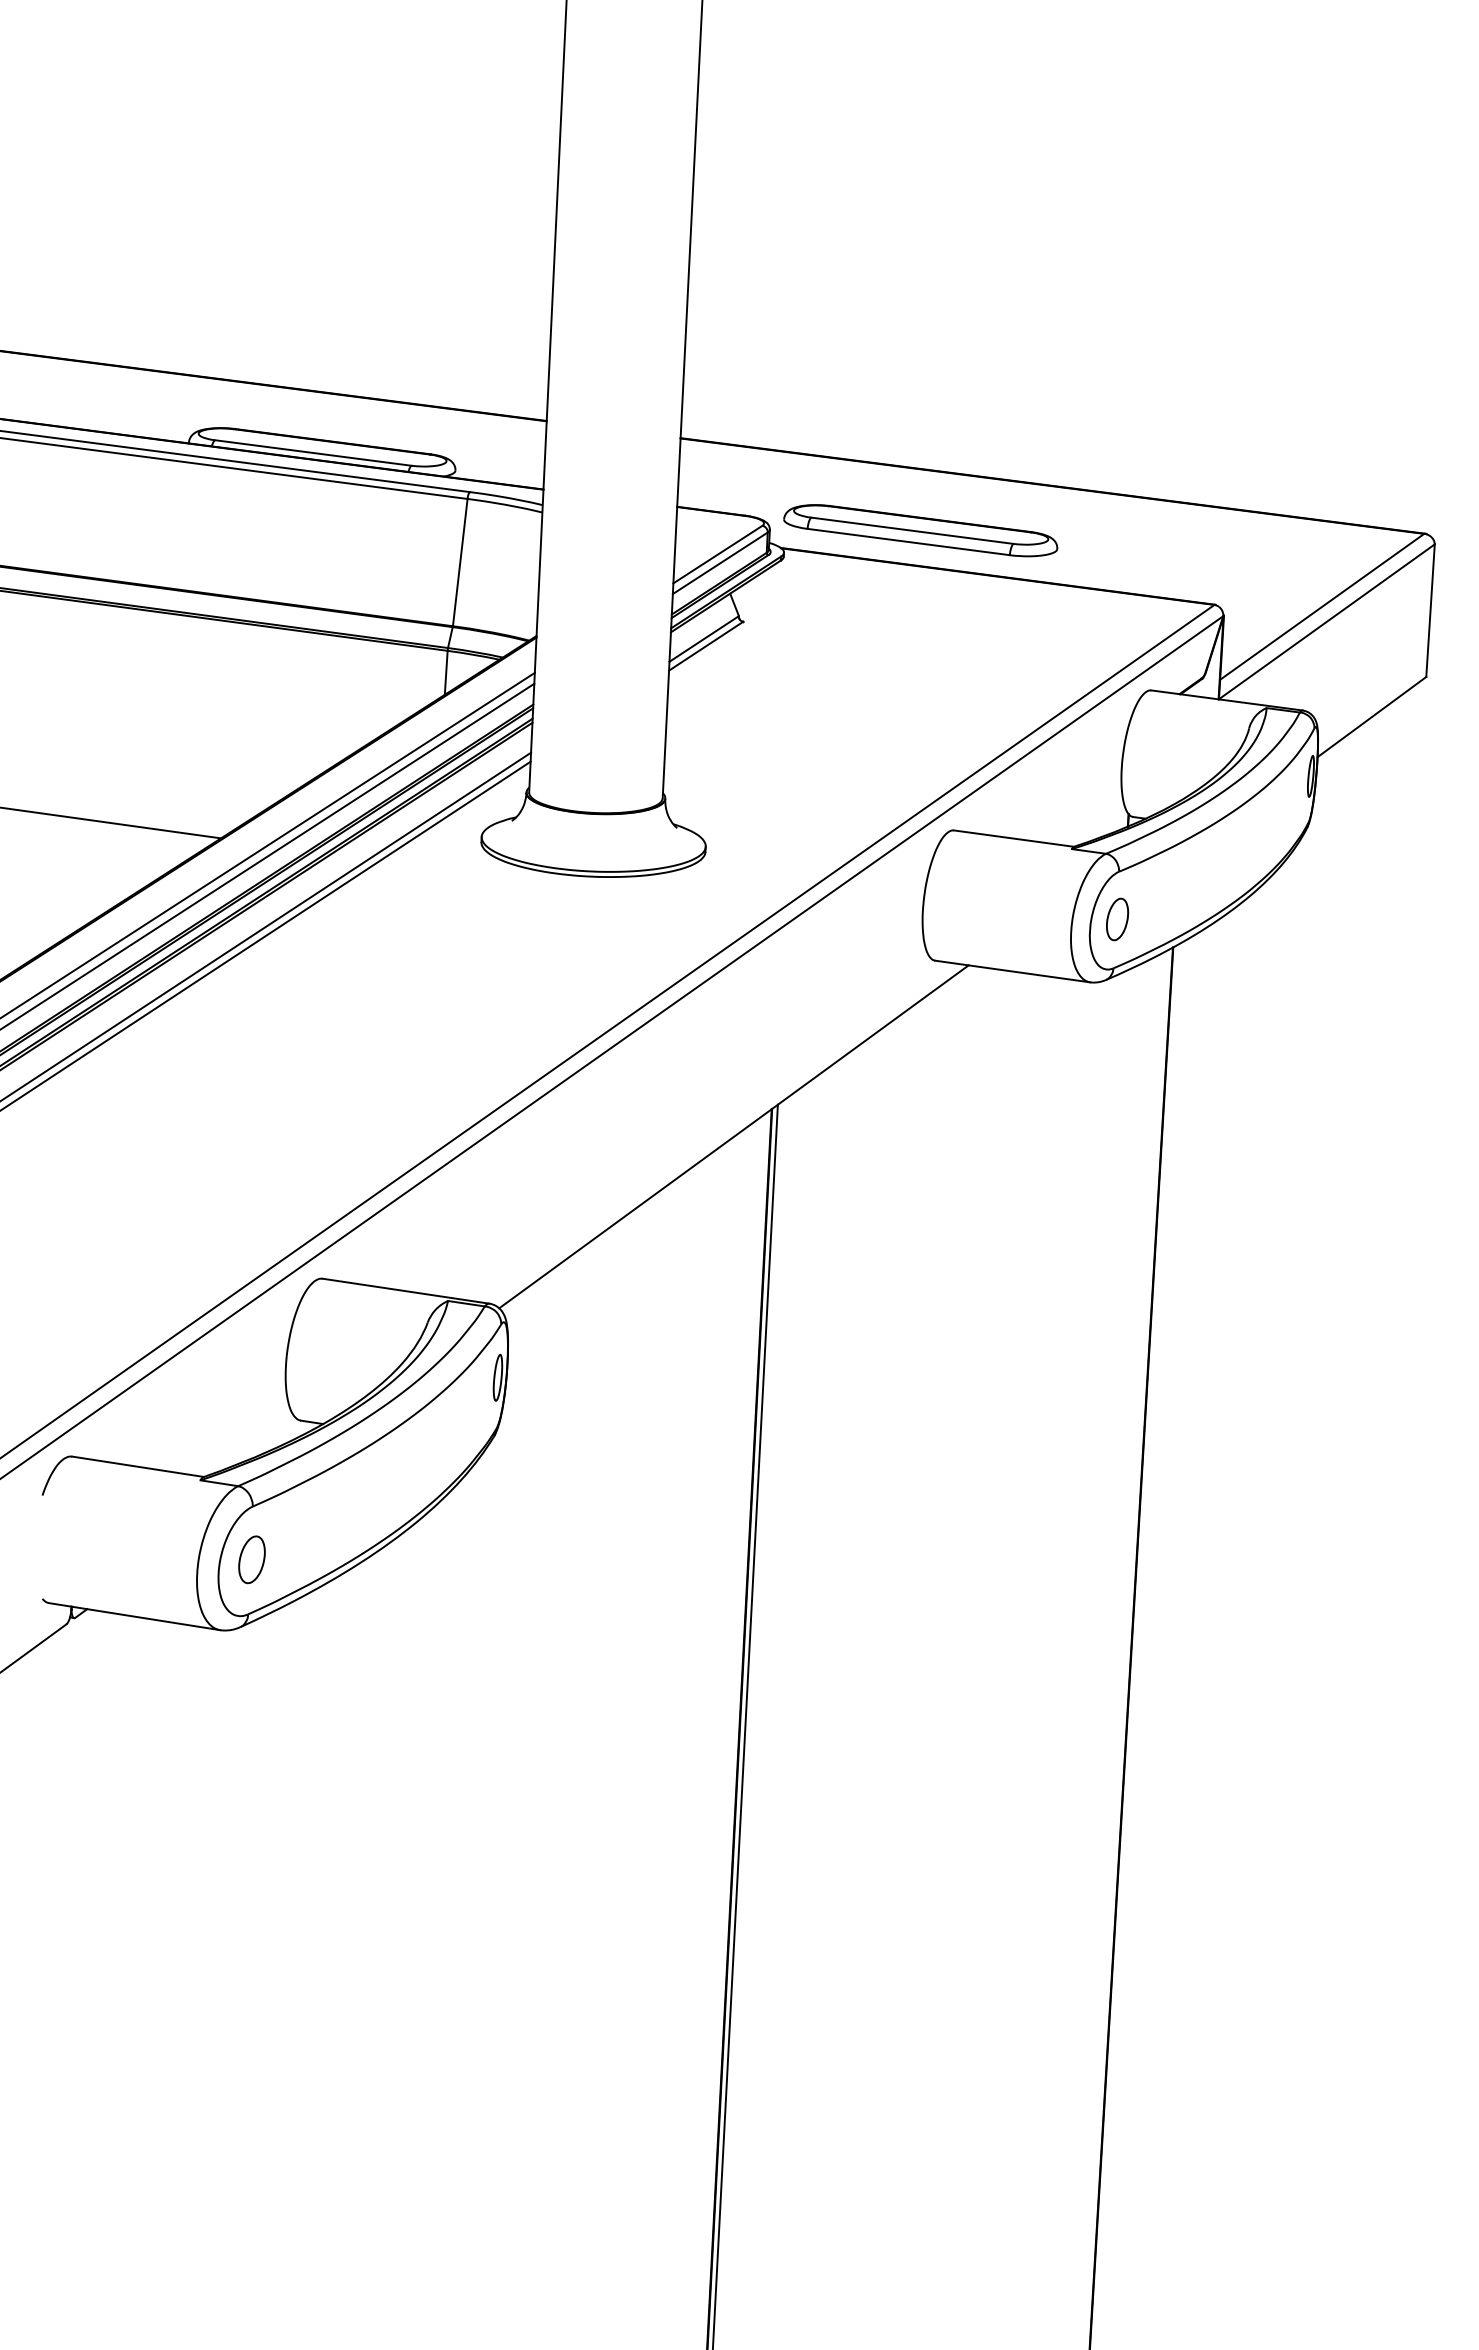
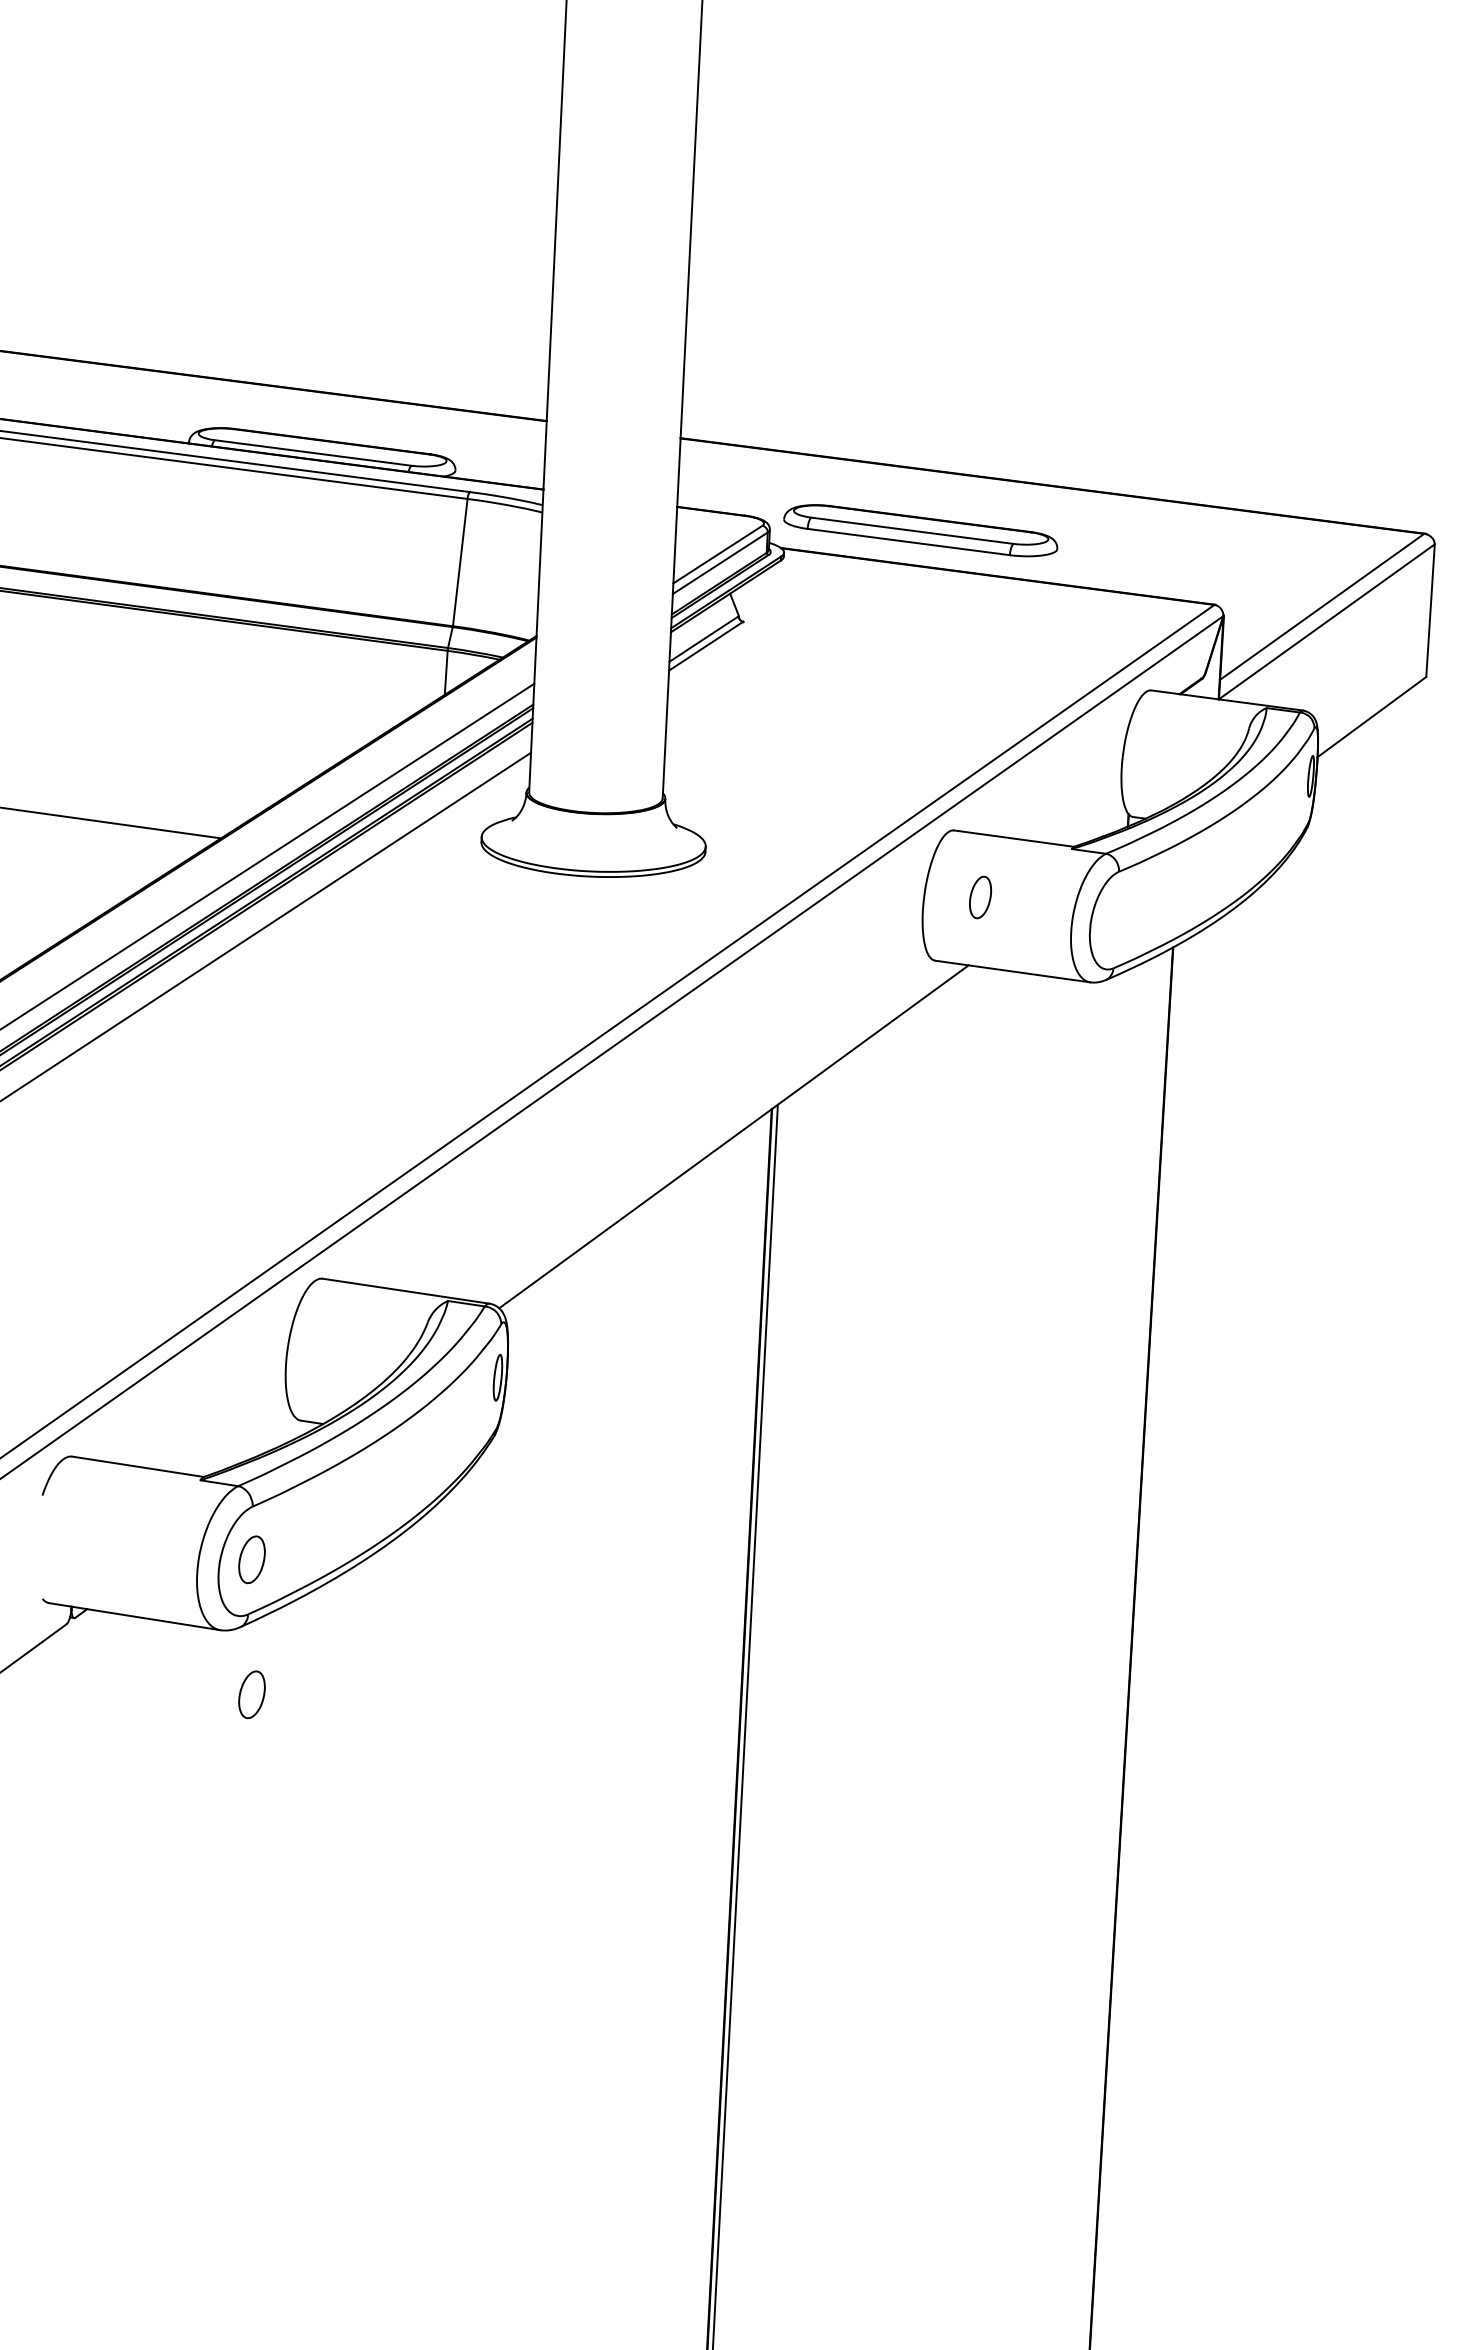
line at (268, 844): present -> none
part at (1117, 919) position: (1117, 919) -> (980, 897)
line at (266, 935): present -> none
part at (251, 1694): none -> present
